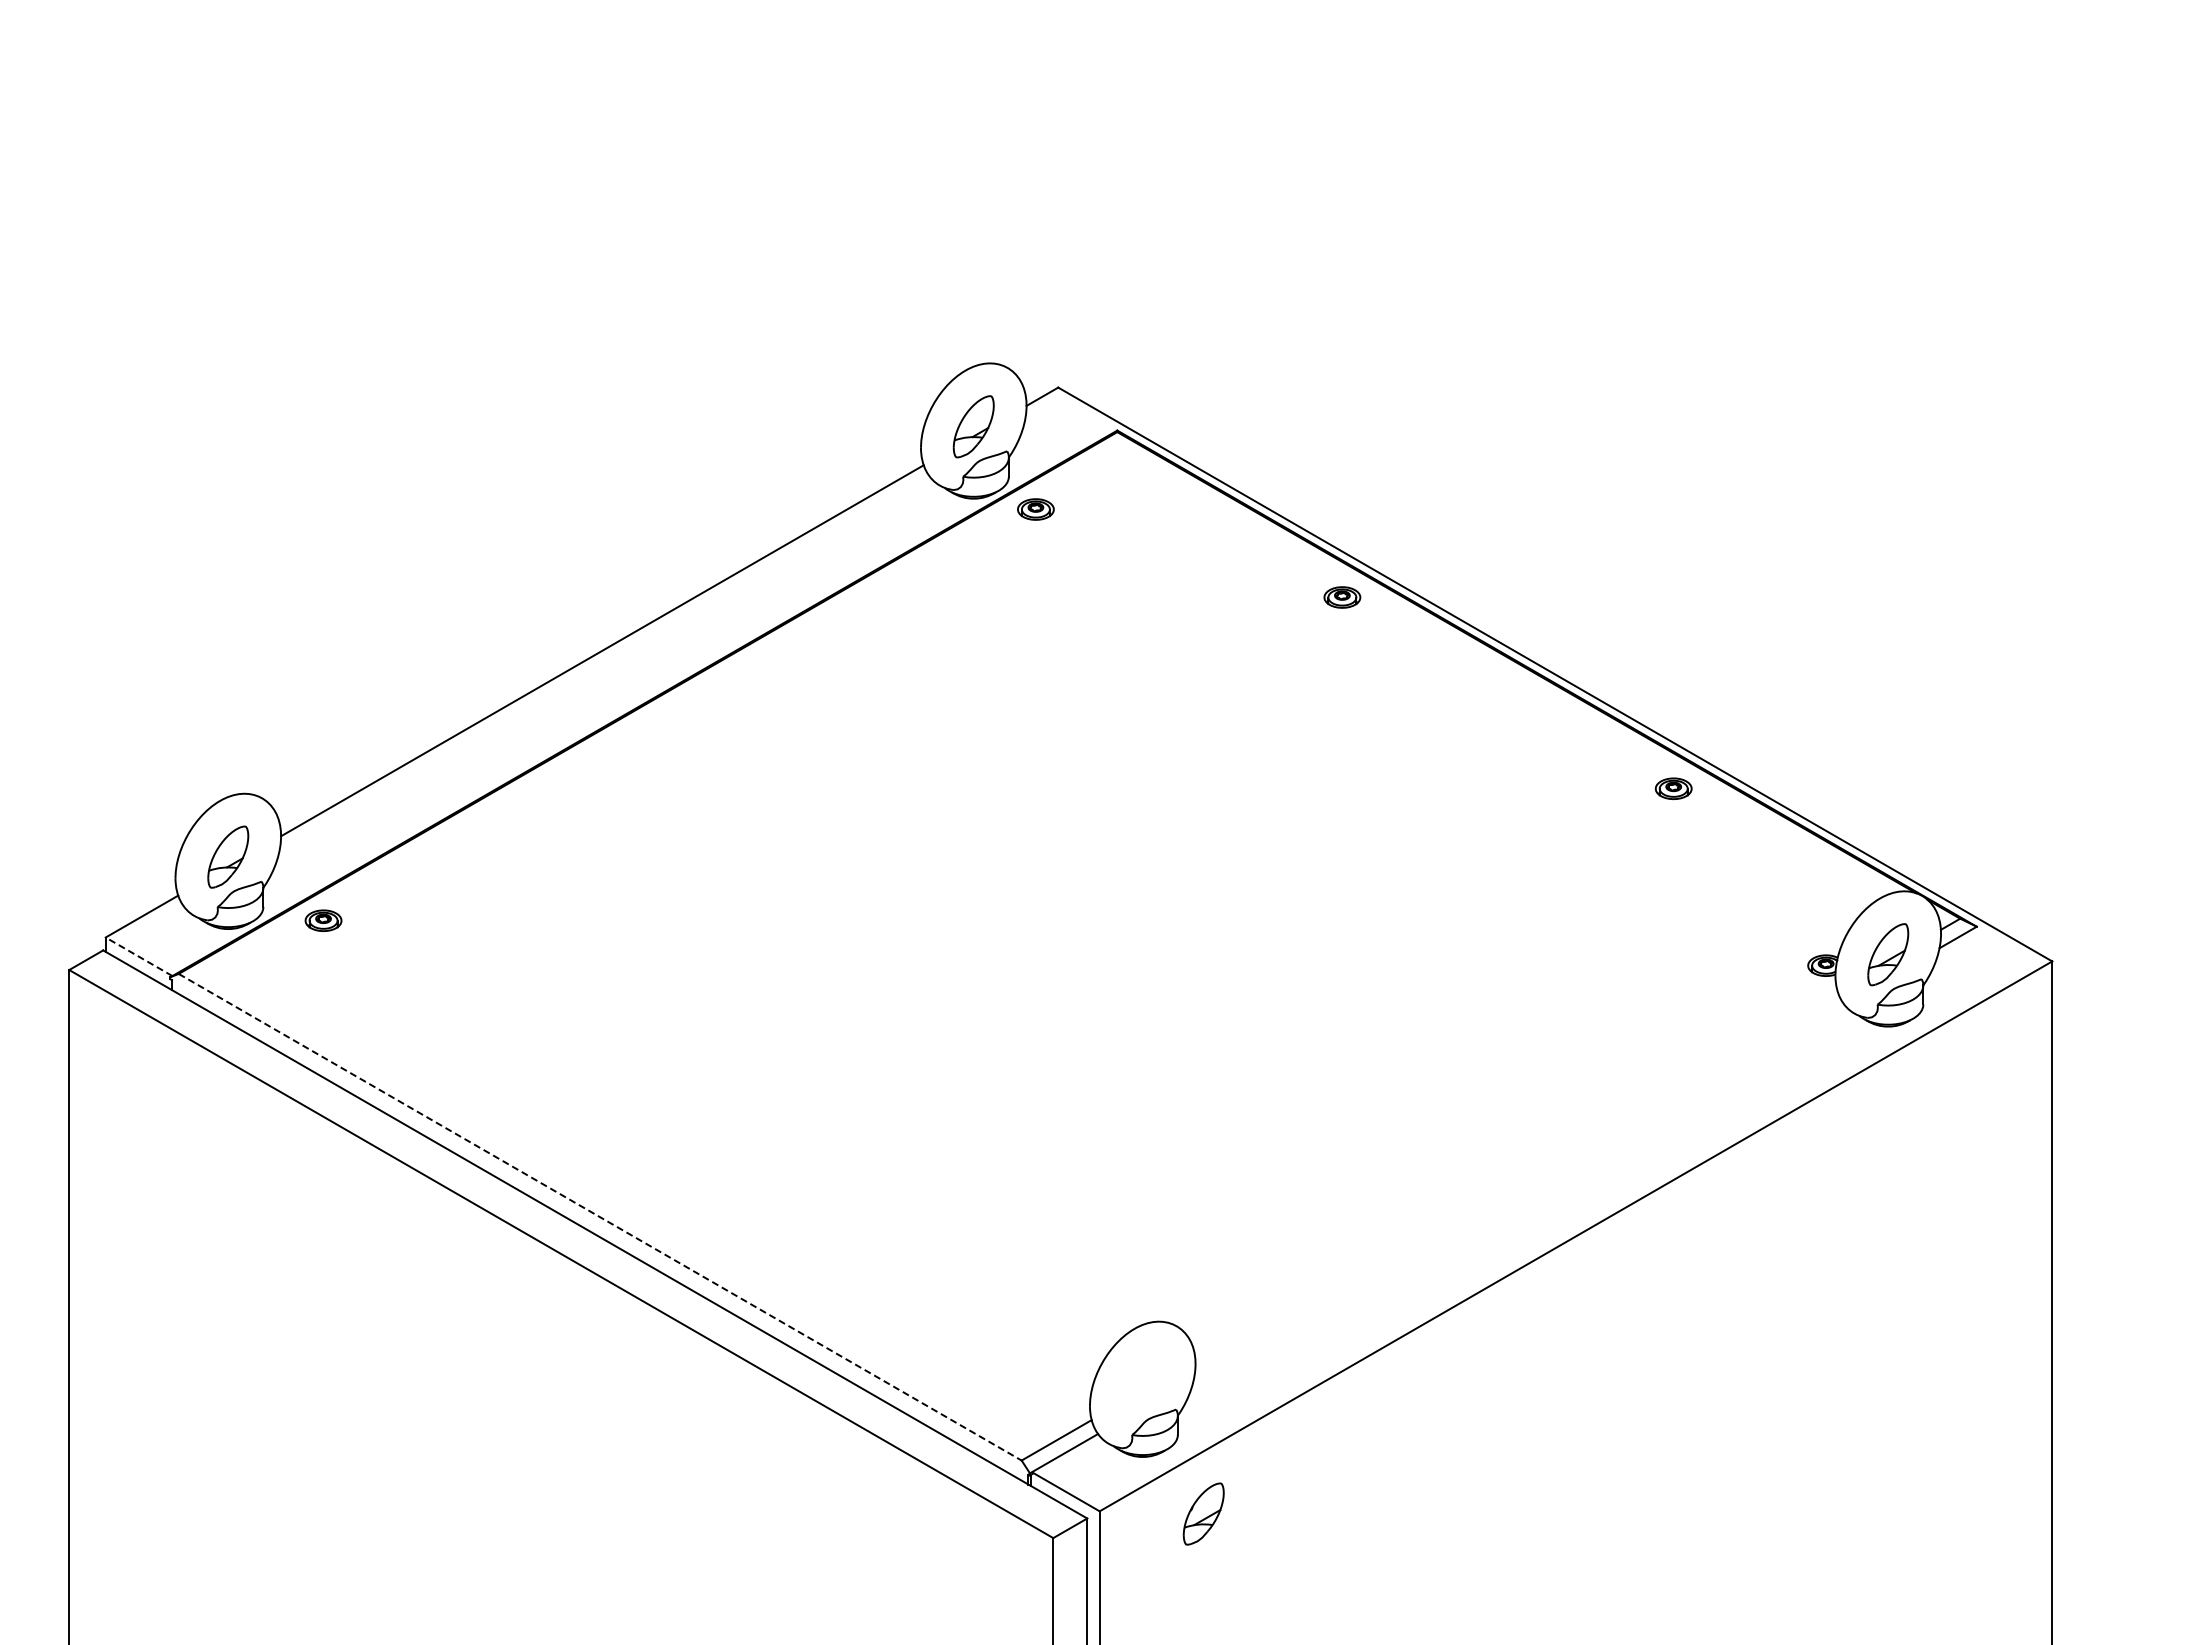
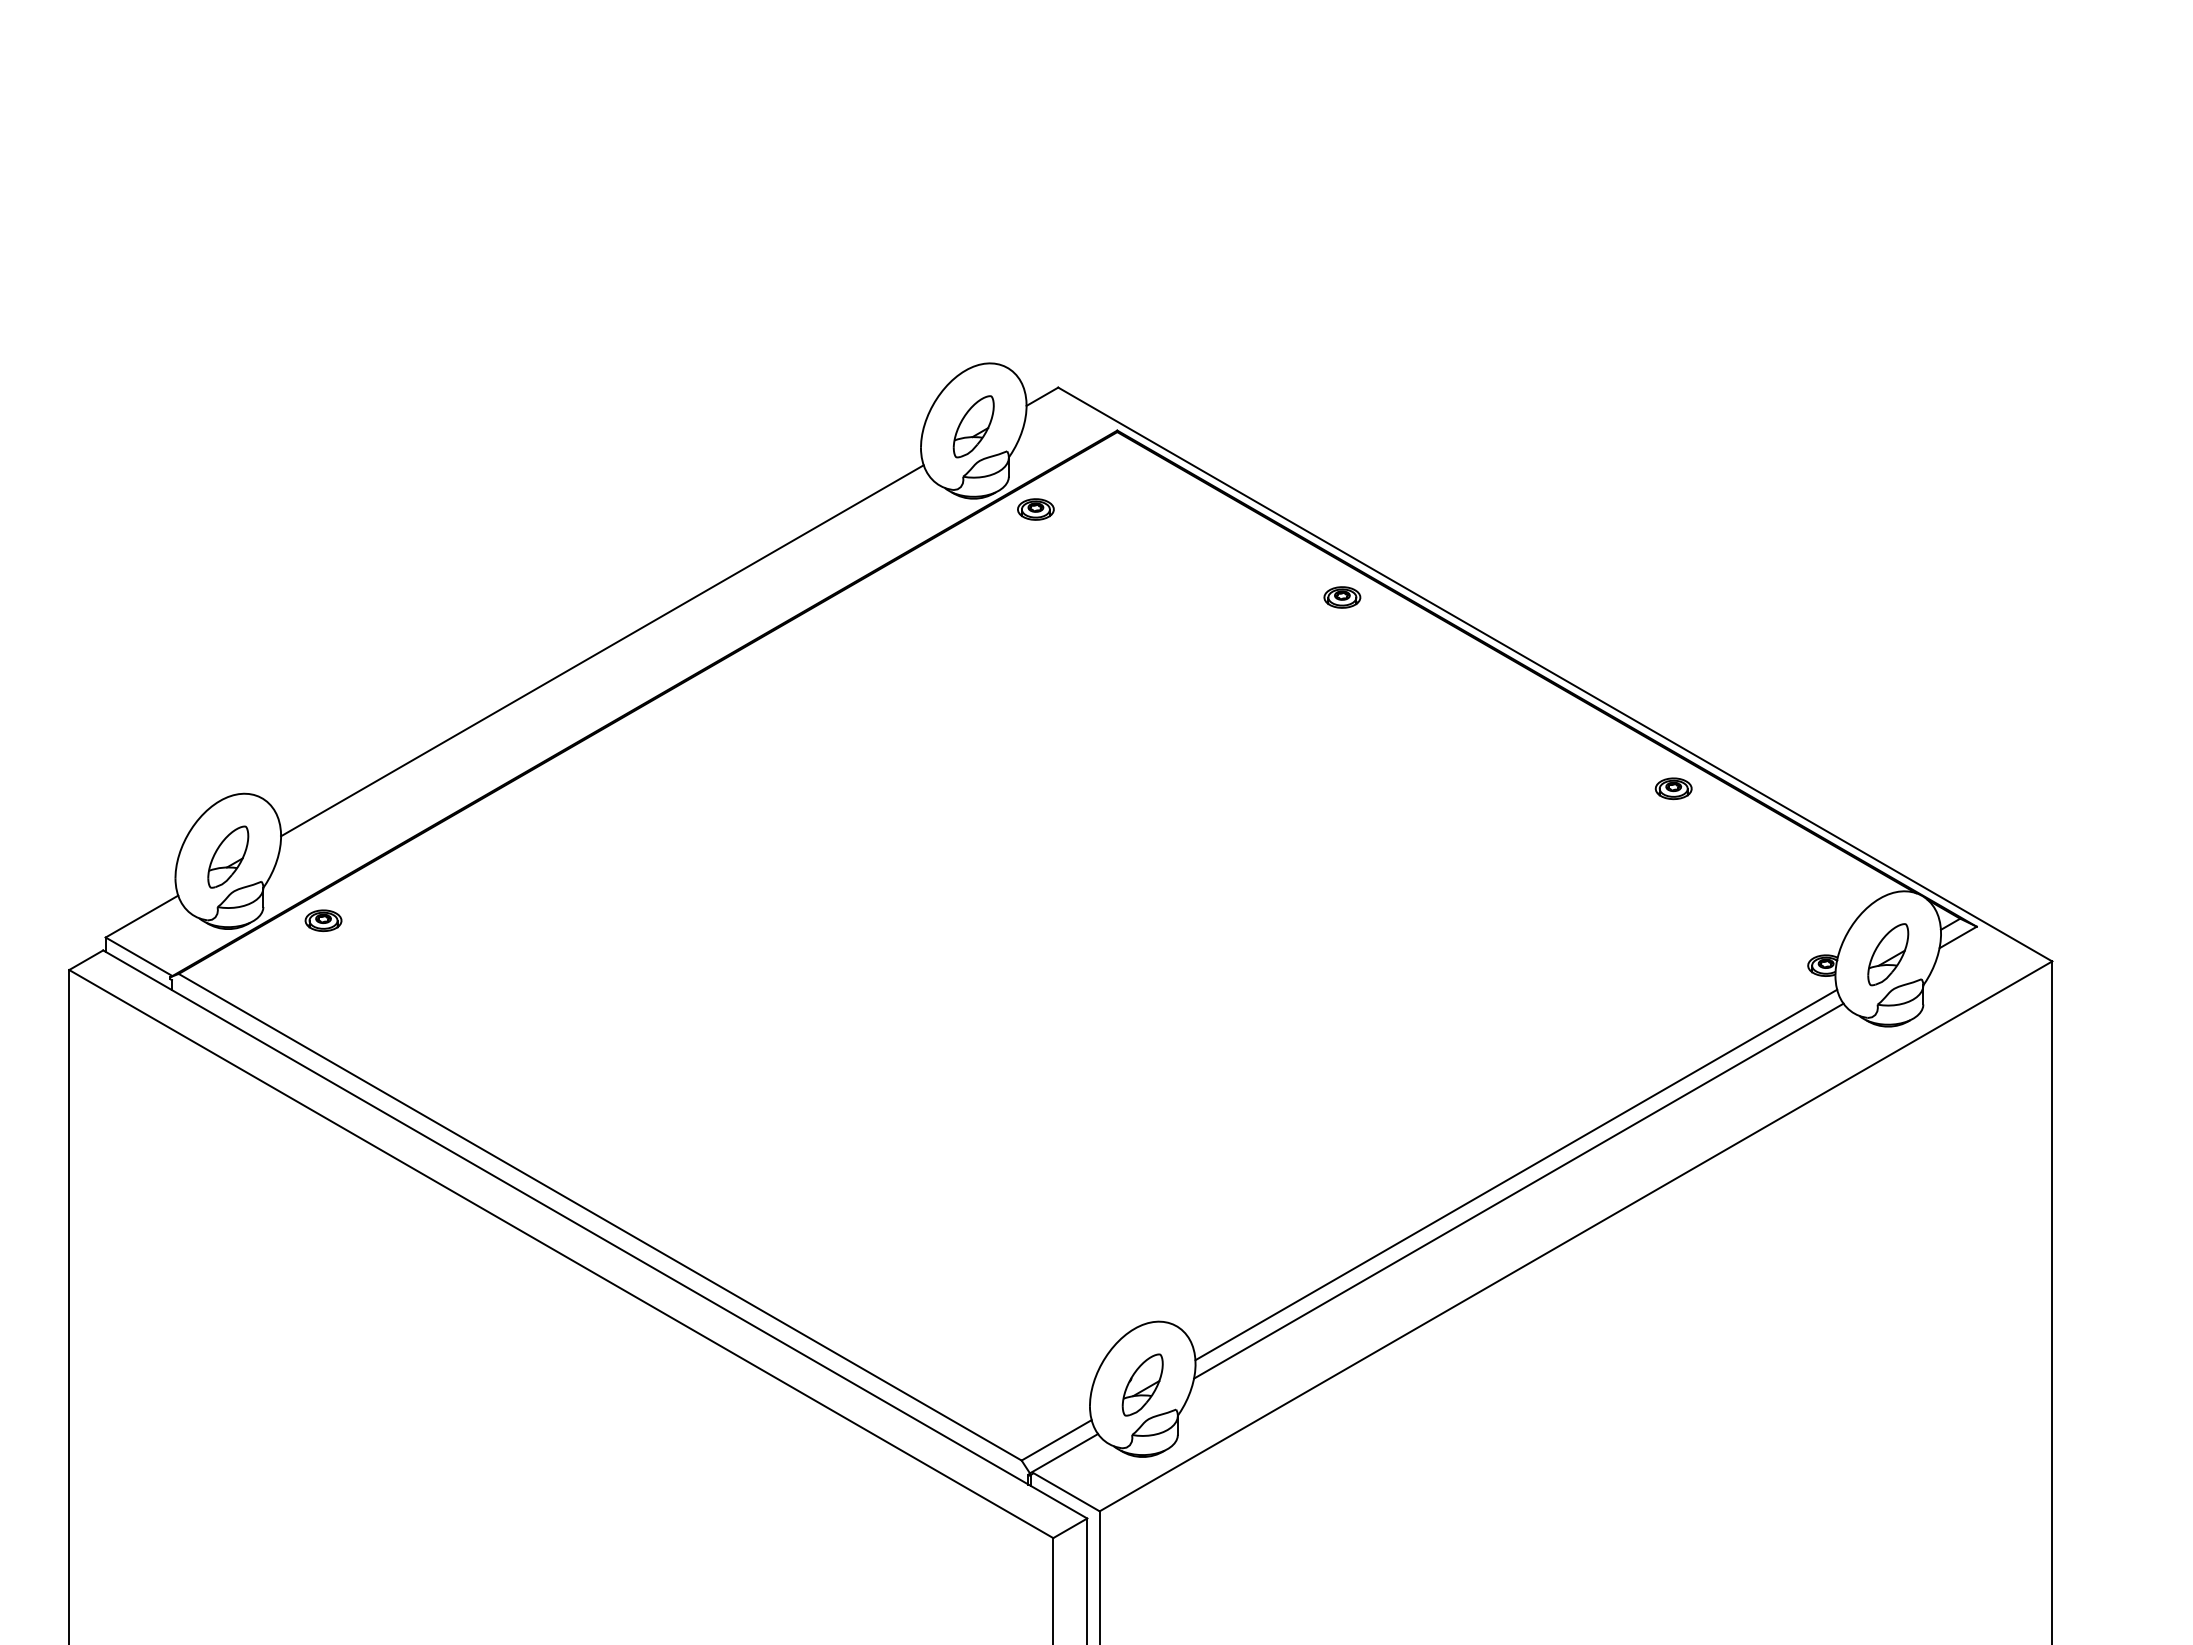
line at (139, 956): dashed -> solid
line at (1516, 1174): none -> present
line at (1518, 1190): none -> present
line at (600, 1217): dashed -> solid
part at (1203, 1513) position: (1203, 1513) -> (1142, 1384)
